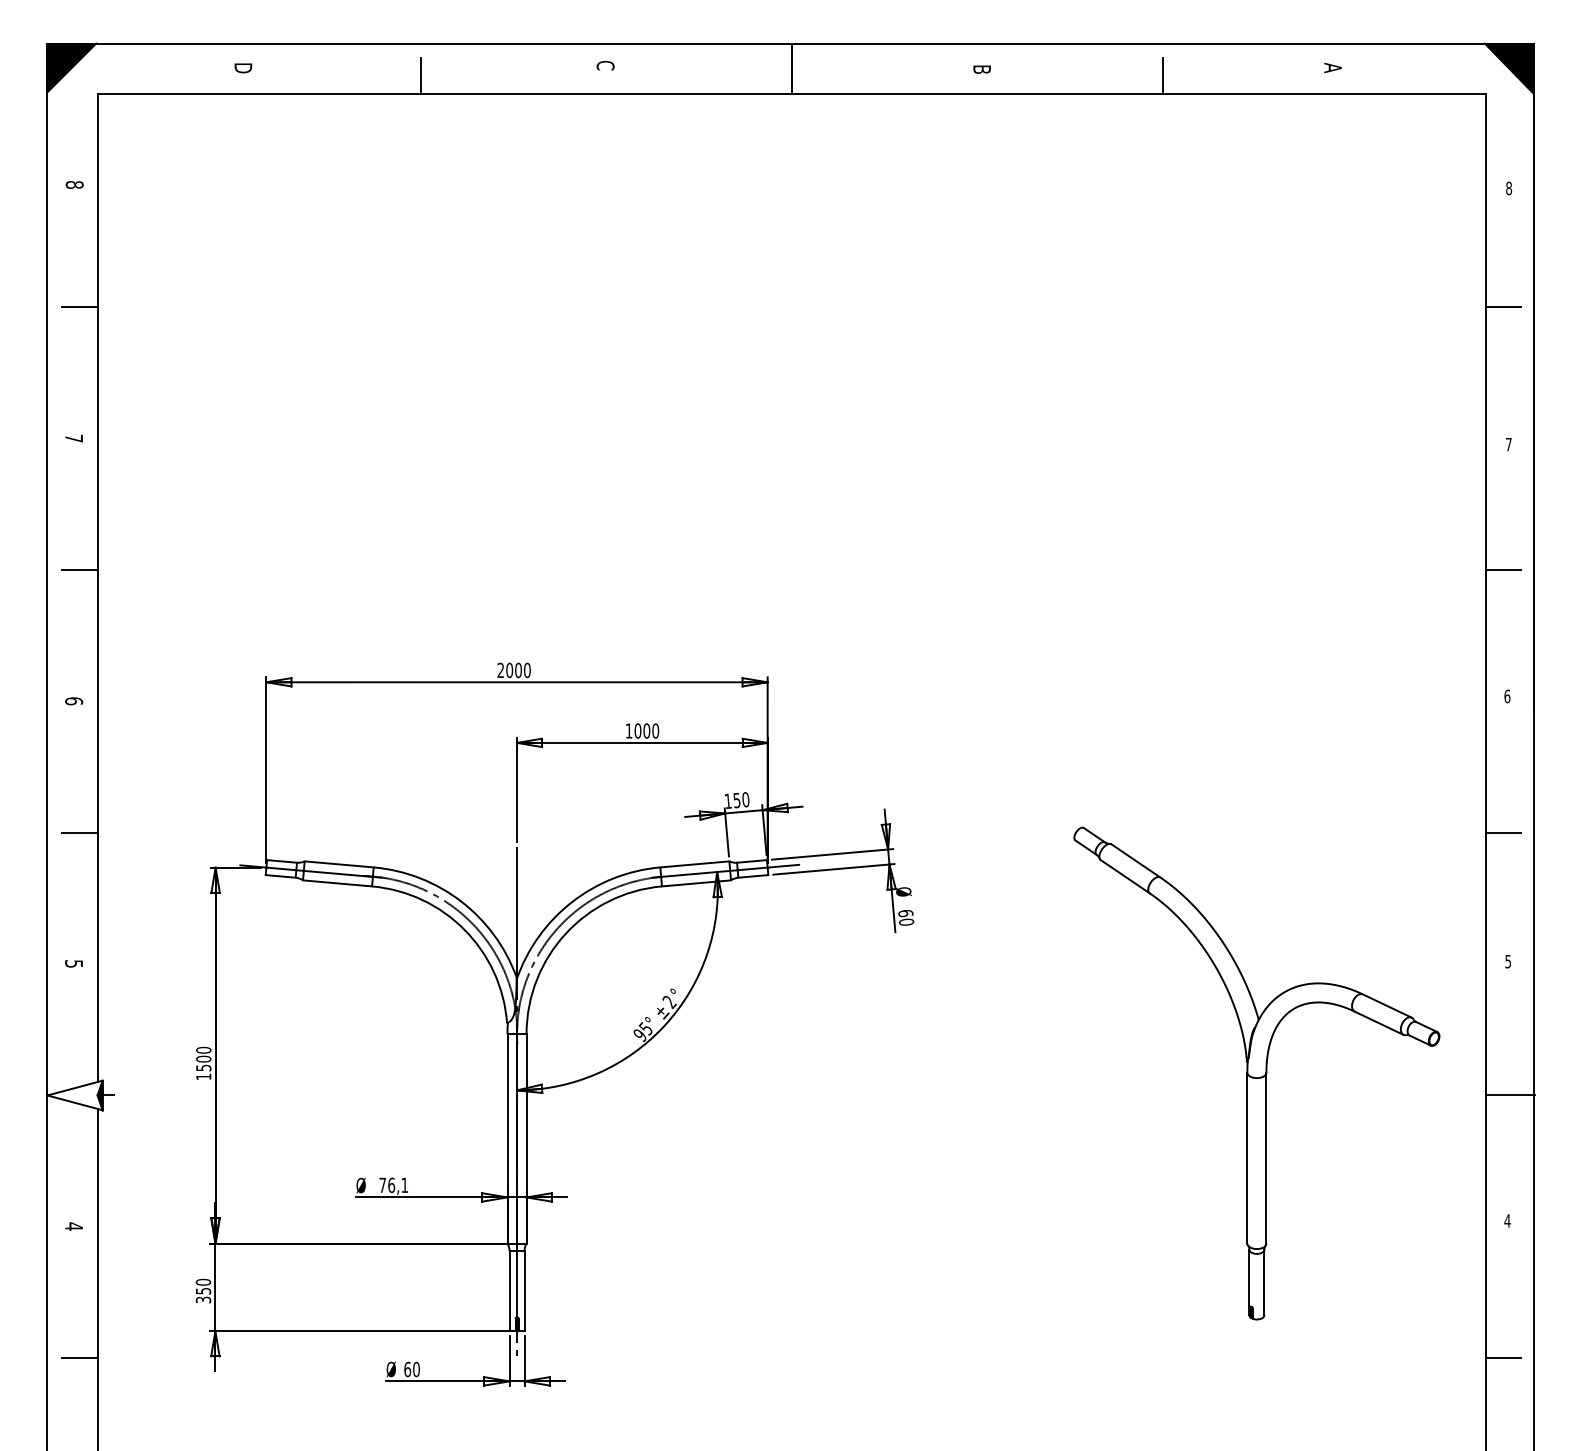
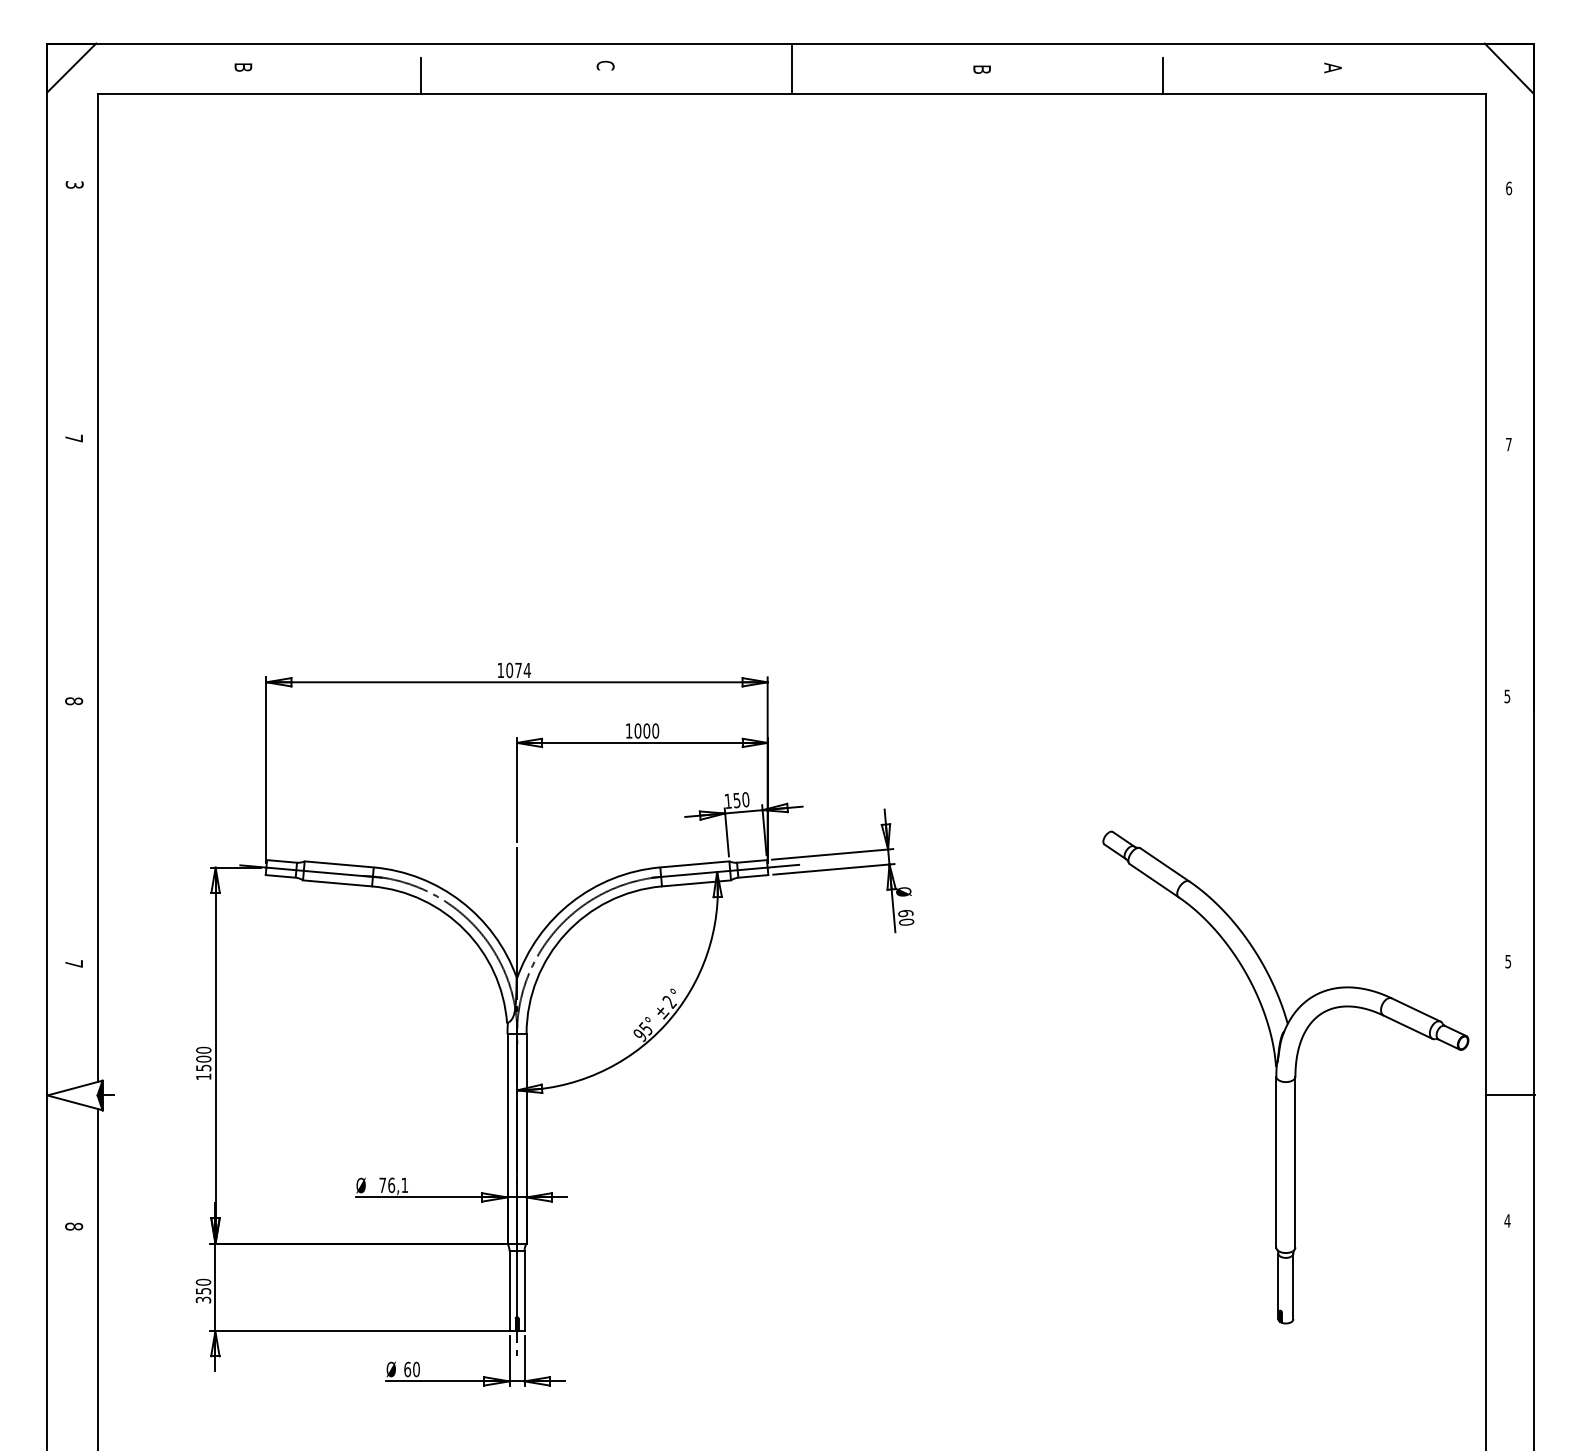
fill at (71, 67): present -> none
fill at (1508, 68): present -> none
text at (242, 69): D -> B
text at (74, 184): 8 -> 3
text at (1509, 187): 8 -> 6
line at (79, 307): present -> none
line at (1503, 307): present -> none
line at (79, 570): present -> none
line at (1503, 570): present -> none
text at (513, 670): 2000 -> 1074
text at (1507, 696): 6 -> 5
text at (74, 701): 6 -> 8
line at (79, 832): present -> none
line at (1503, 832): present -> none
text at (73, 963): 5 -> 7
part at (1256, 1073) position: (1256, 1073) -> (1285, 1077)
text at (74, 1226): 4 -> 8
line at (79, 1358): present -> none
line at (1503, 1358): present -> none
